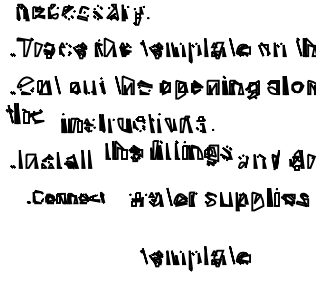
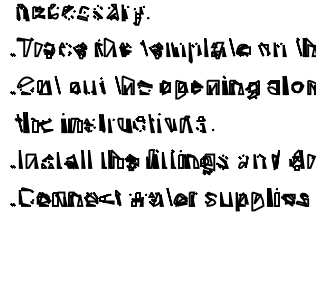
part at (24, 113) position: (24, 113) -> (33, 122)
part at (168, 153) position: (168, 153) -> (164, 162)
part at (65, 197) size: 80x15 px -> 112x20 px
part at (195, 258): present -> none
